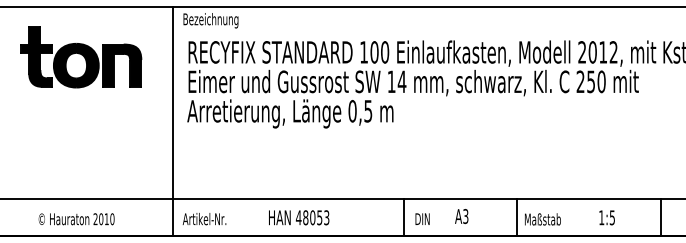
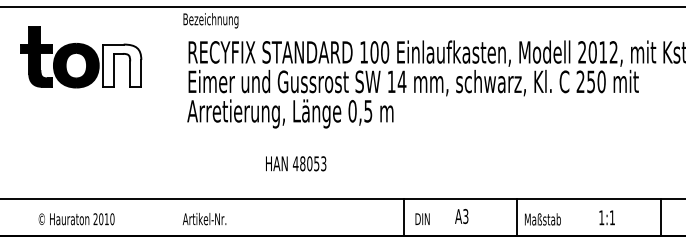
fill at (121, 65): present -> none
line at (173, 121): present -> none
text at (299, 217) position: (299, 217) -> (296, 163)
text at (611, 217): 1:5 -> 1:1
